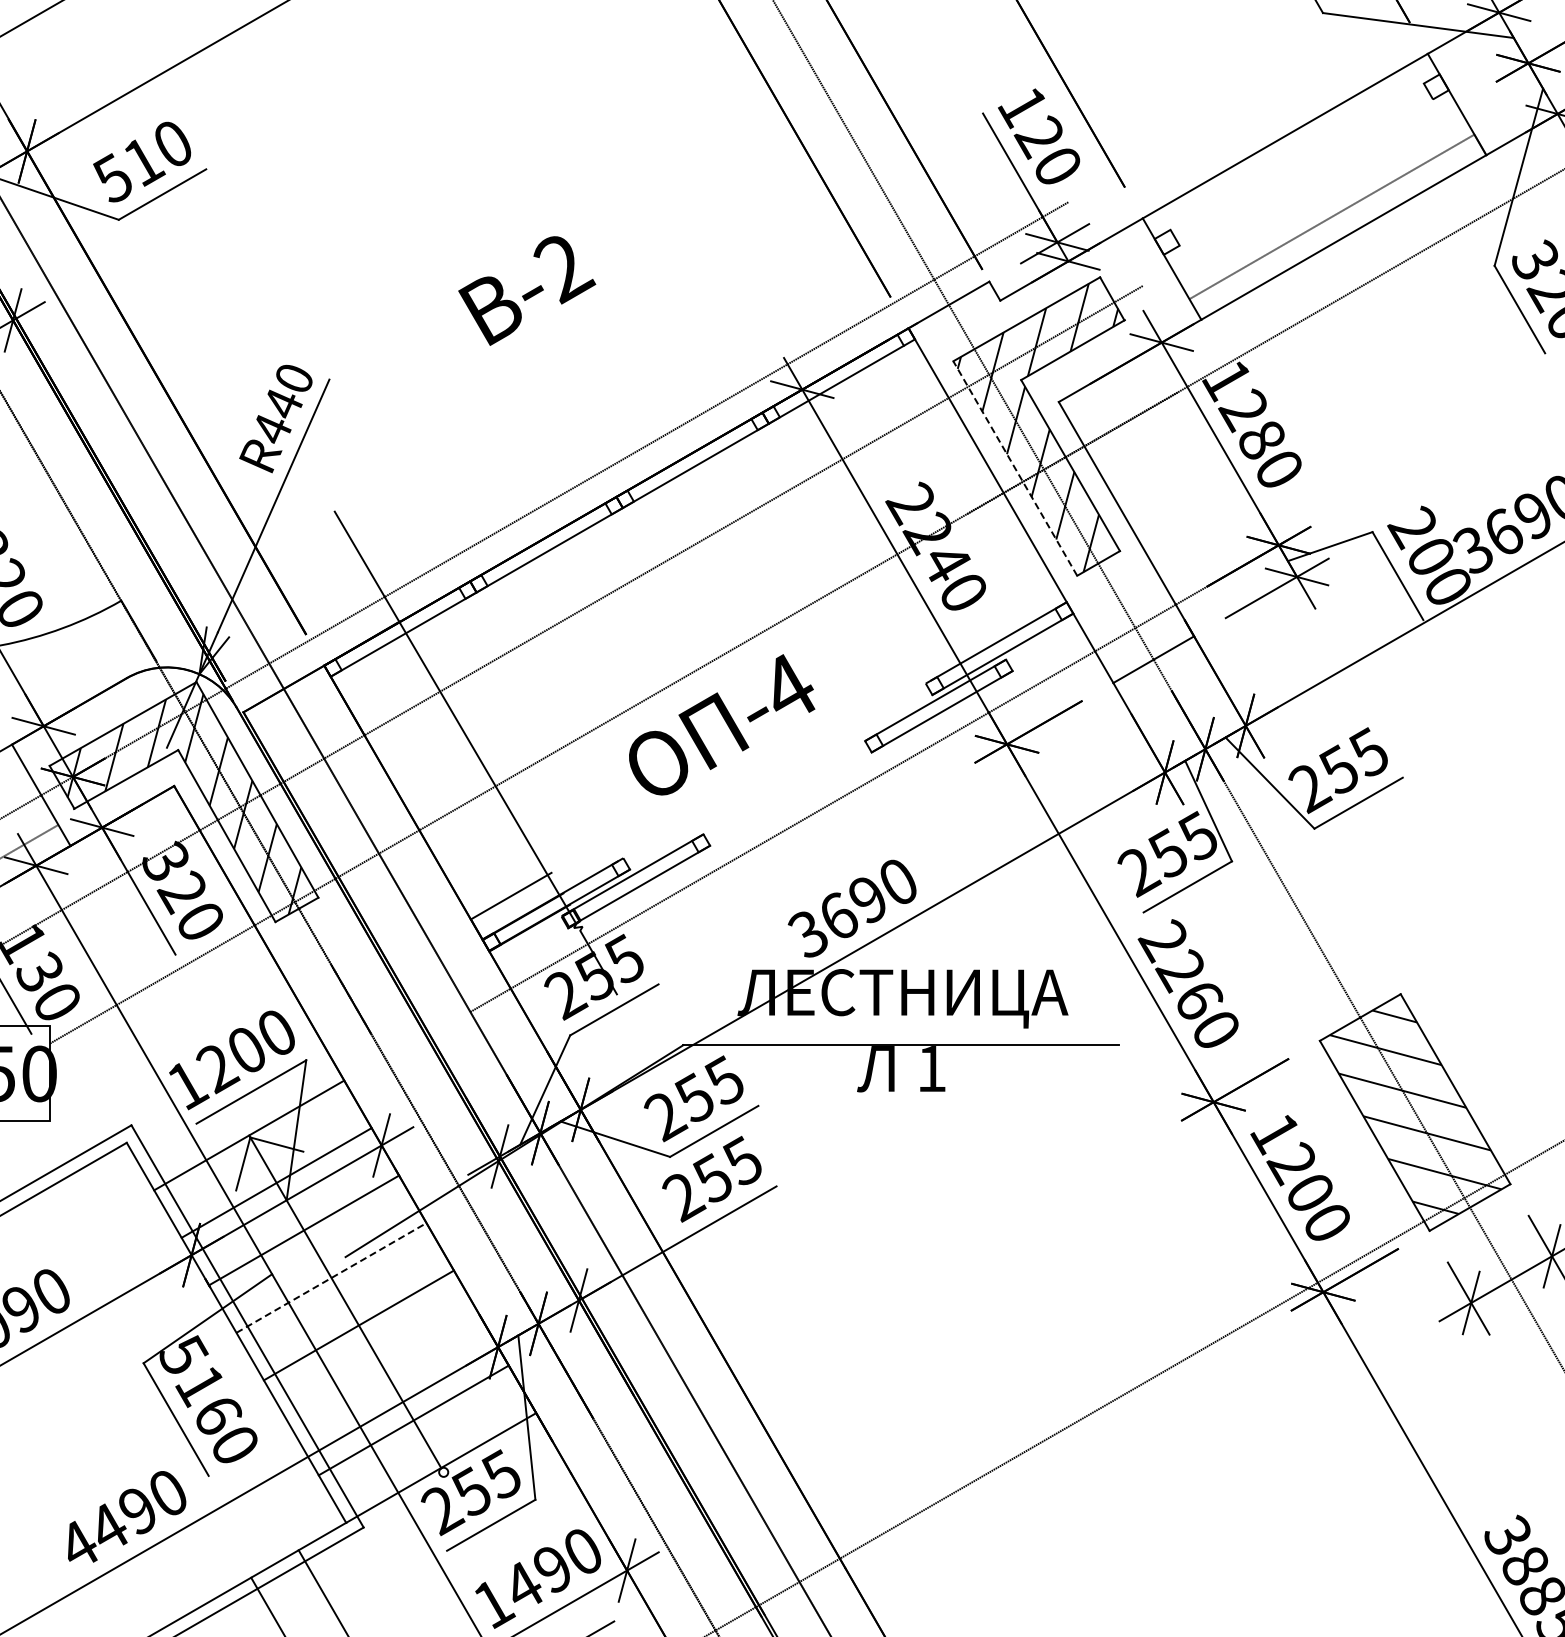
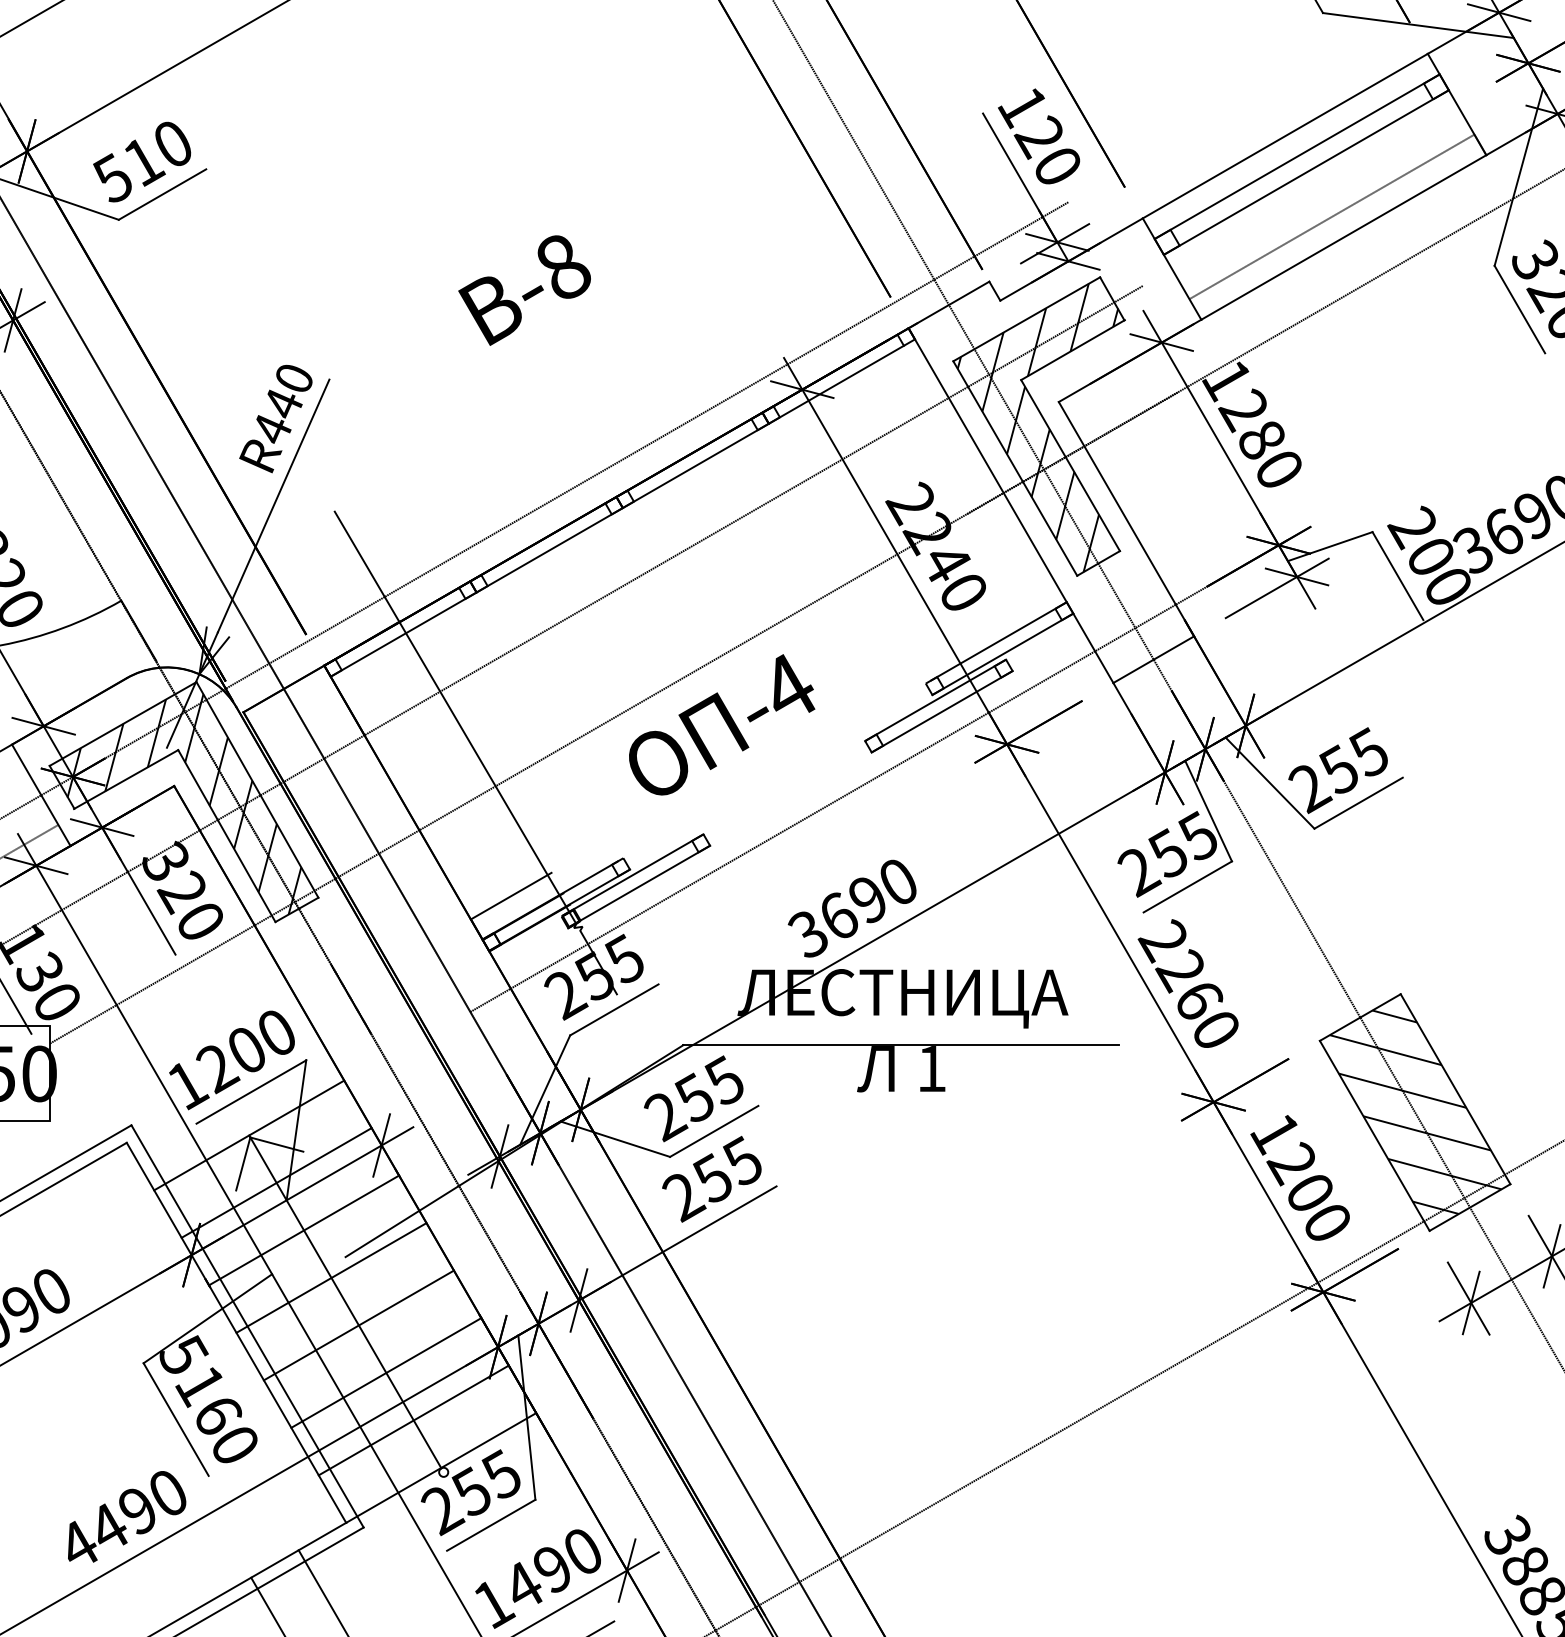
line at (1296, 156): none -> present
line at (1305, 172): none -> present
text at (564, 269): -2 -> -8
line at (1015, 468): dashed -> solid
line at (331, 1277): dashed -> solid
line at (386, 1372): none -> present
